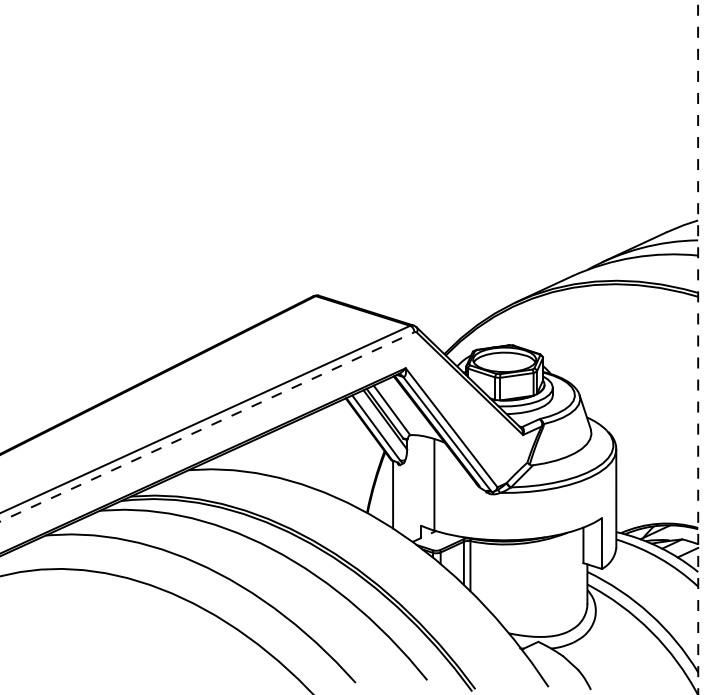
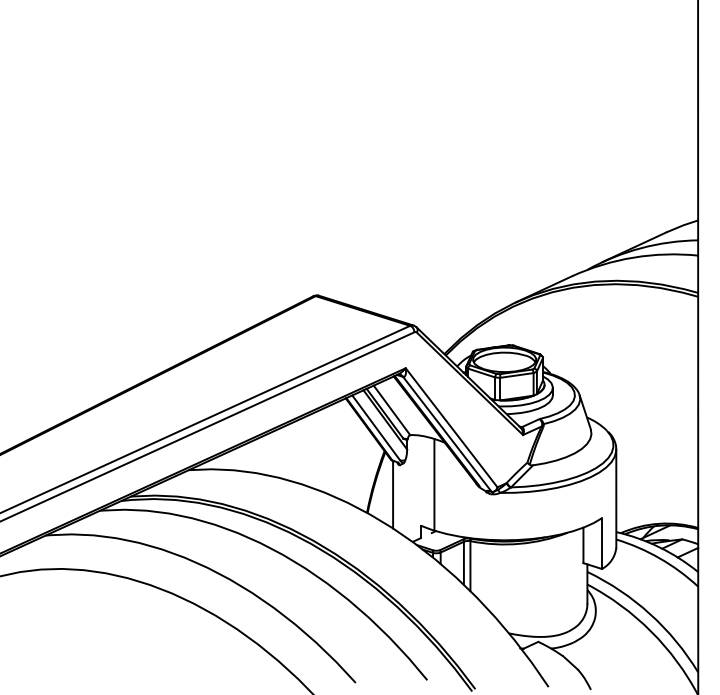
line at (698, 347): dashed -> solid
line at (208, 426): dashed -> solid
